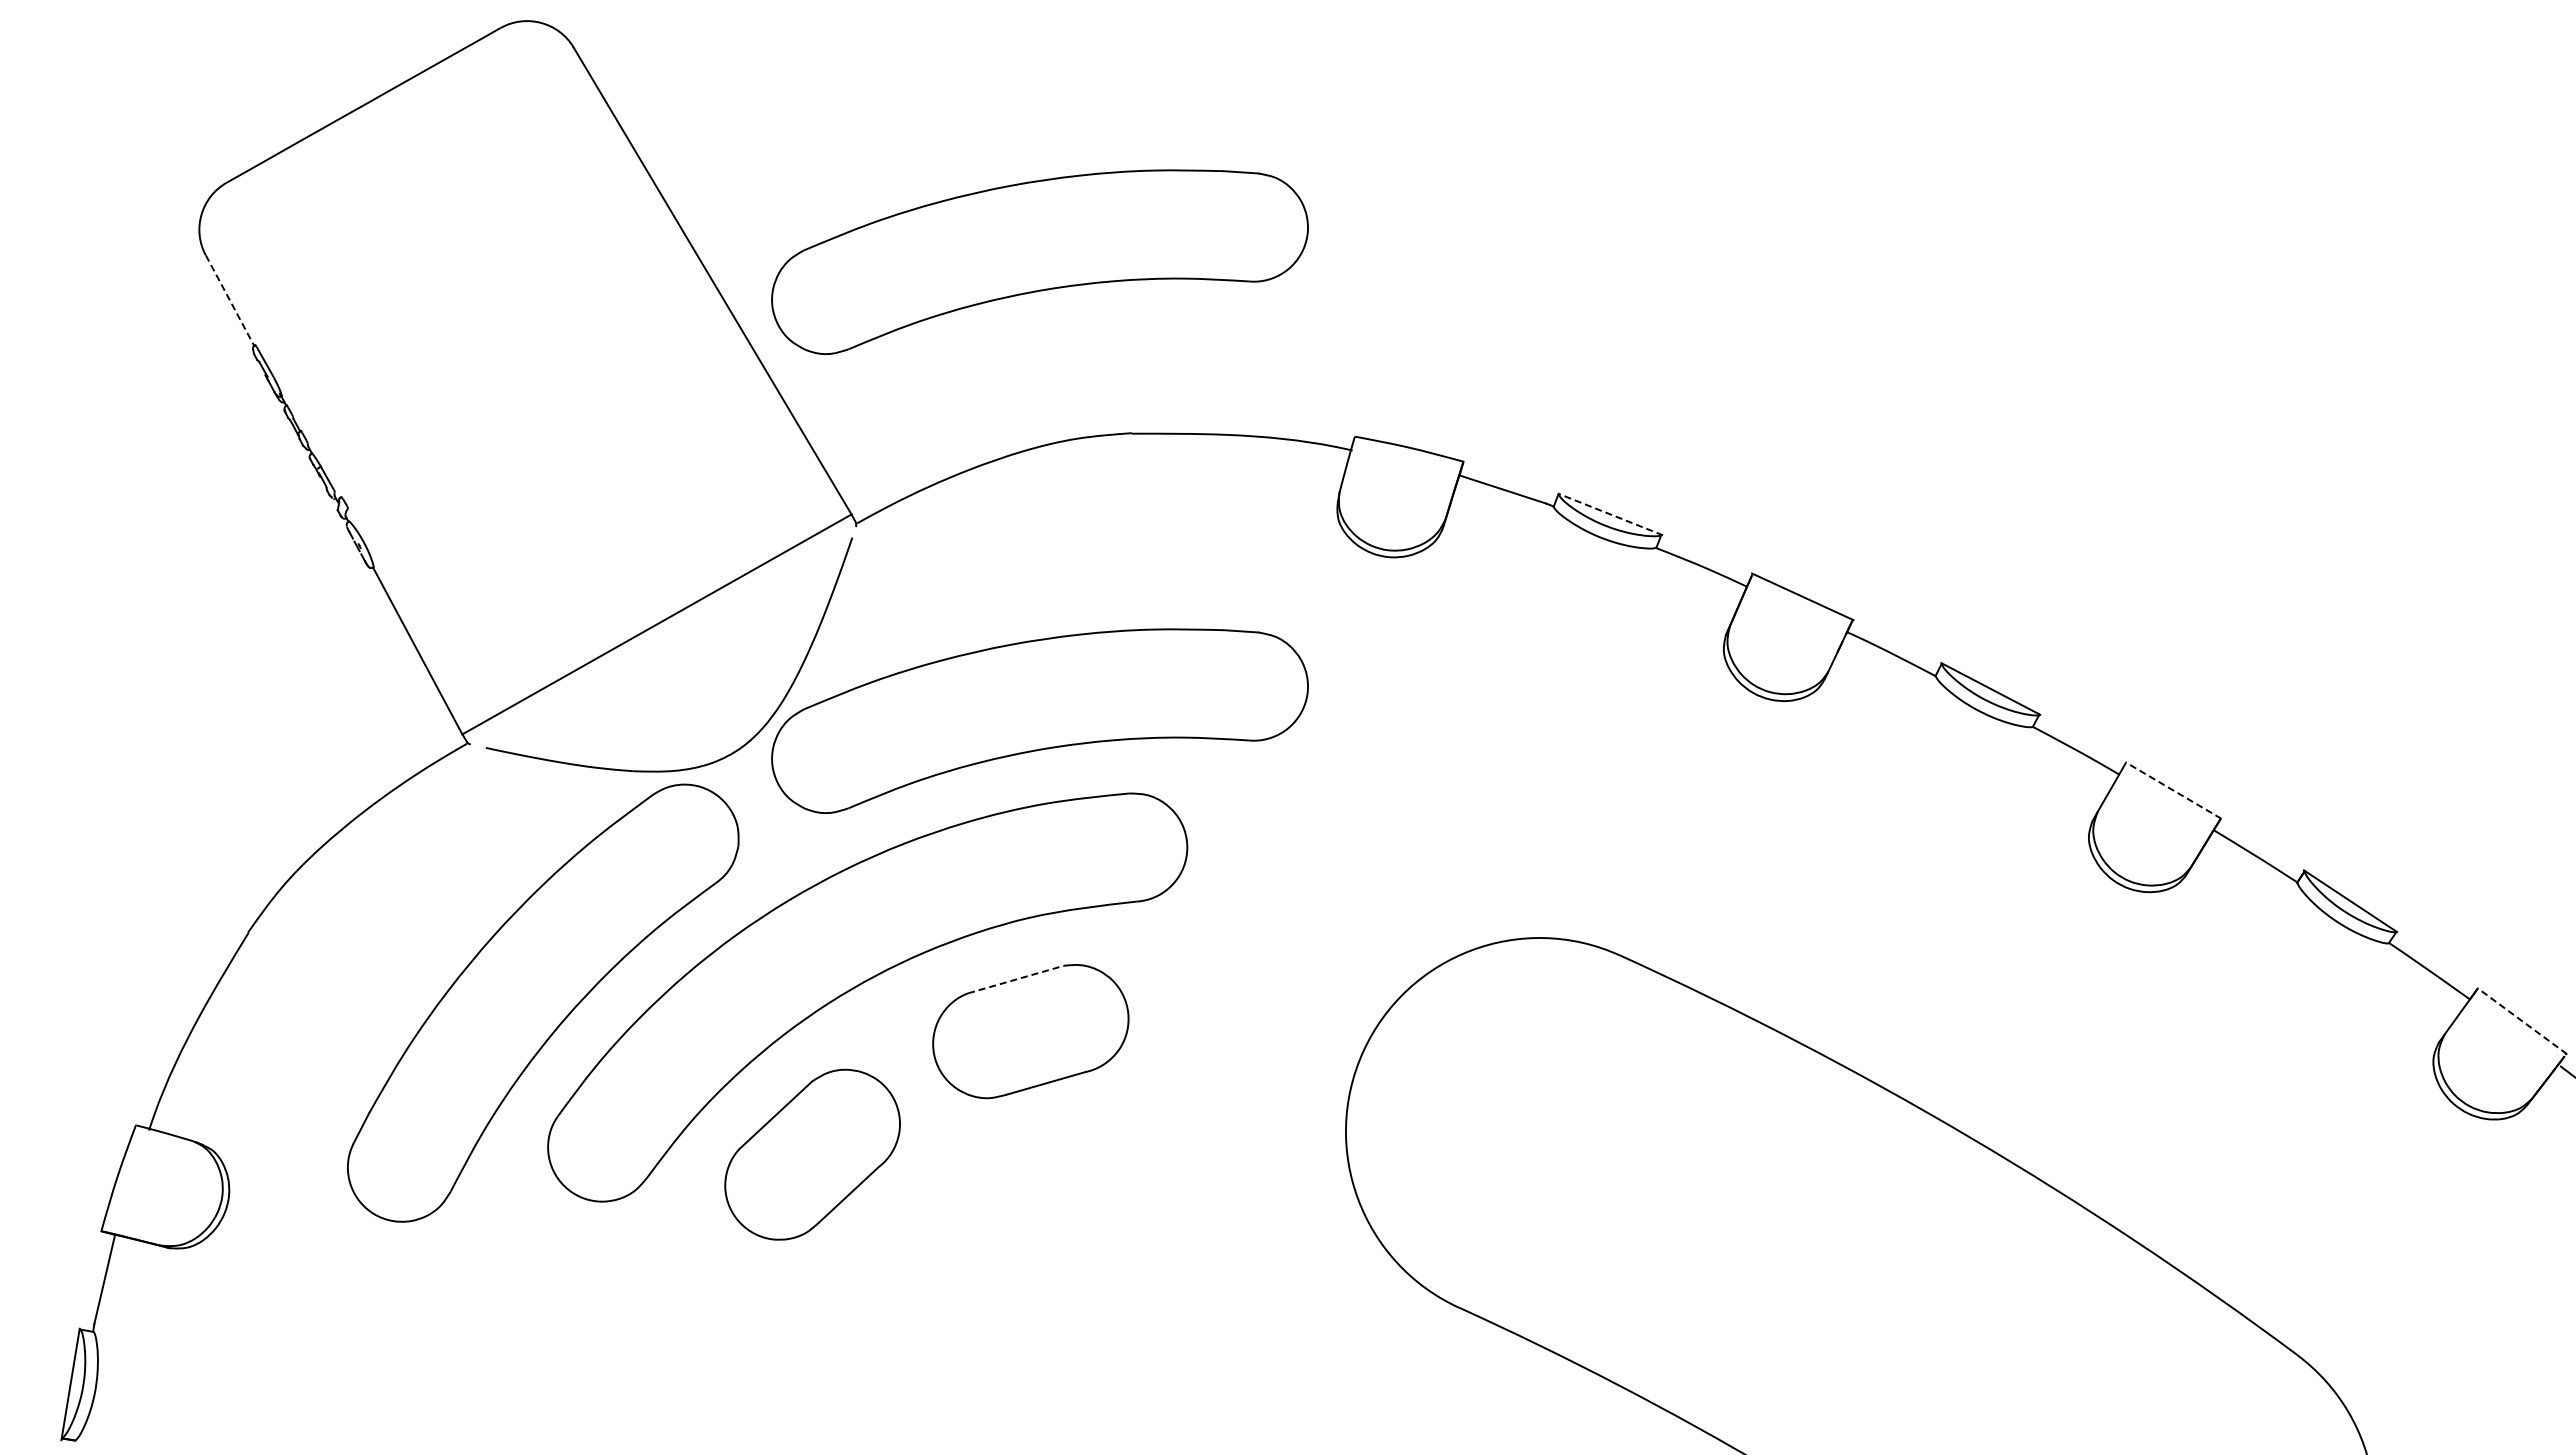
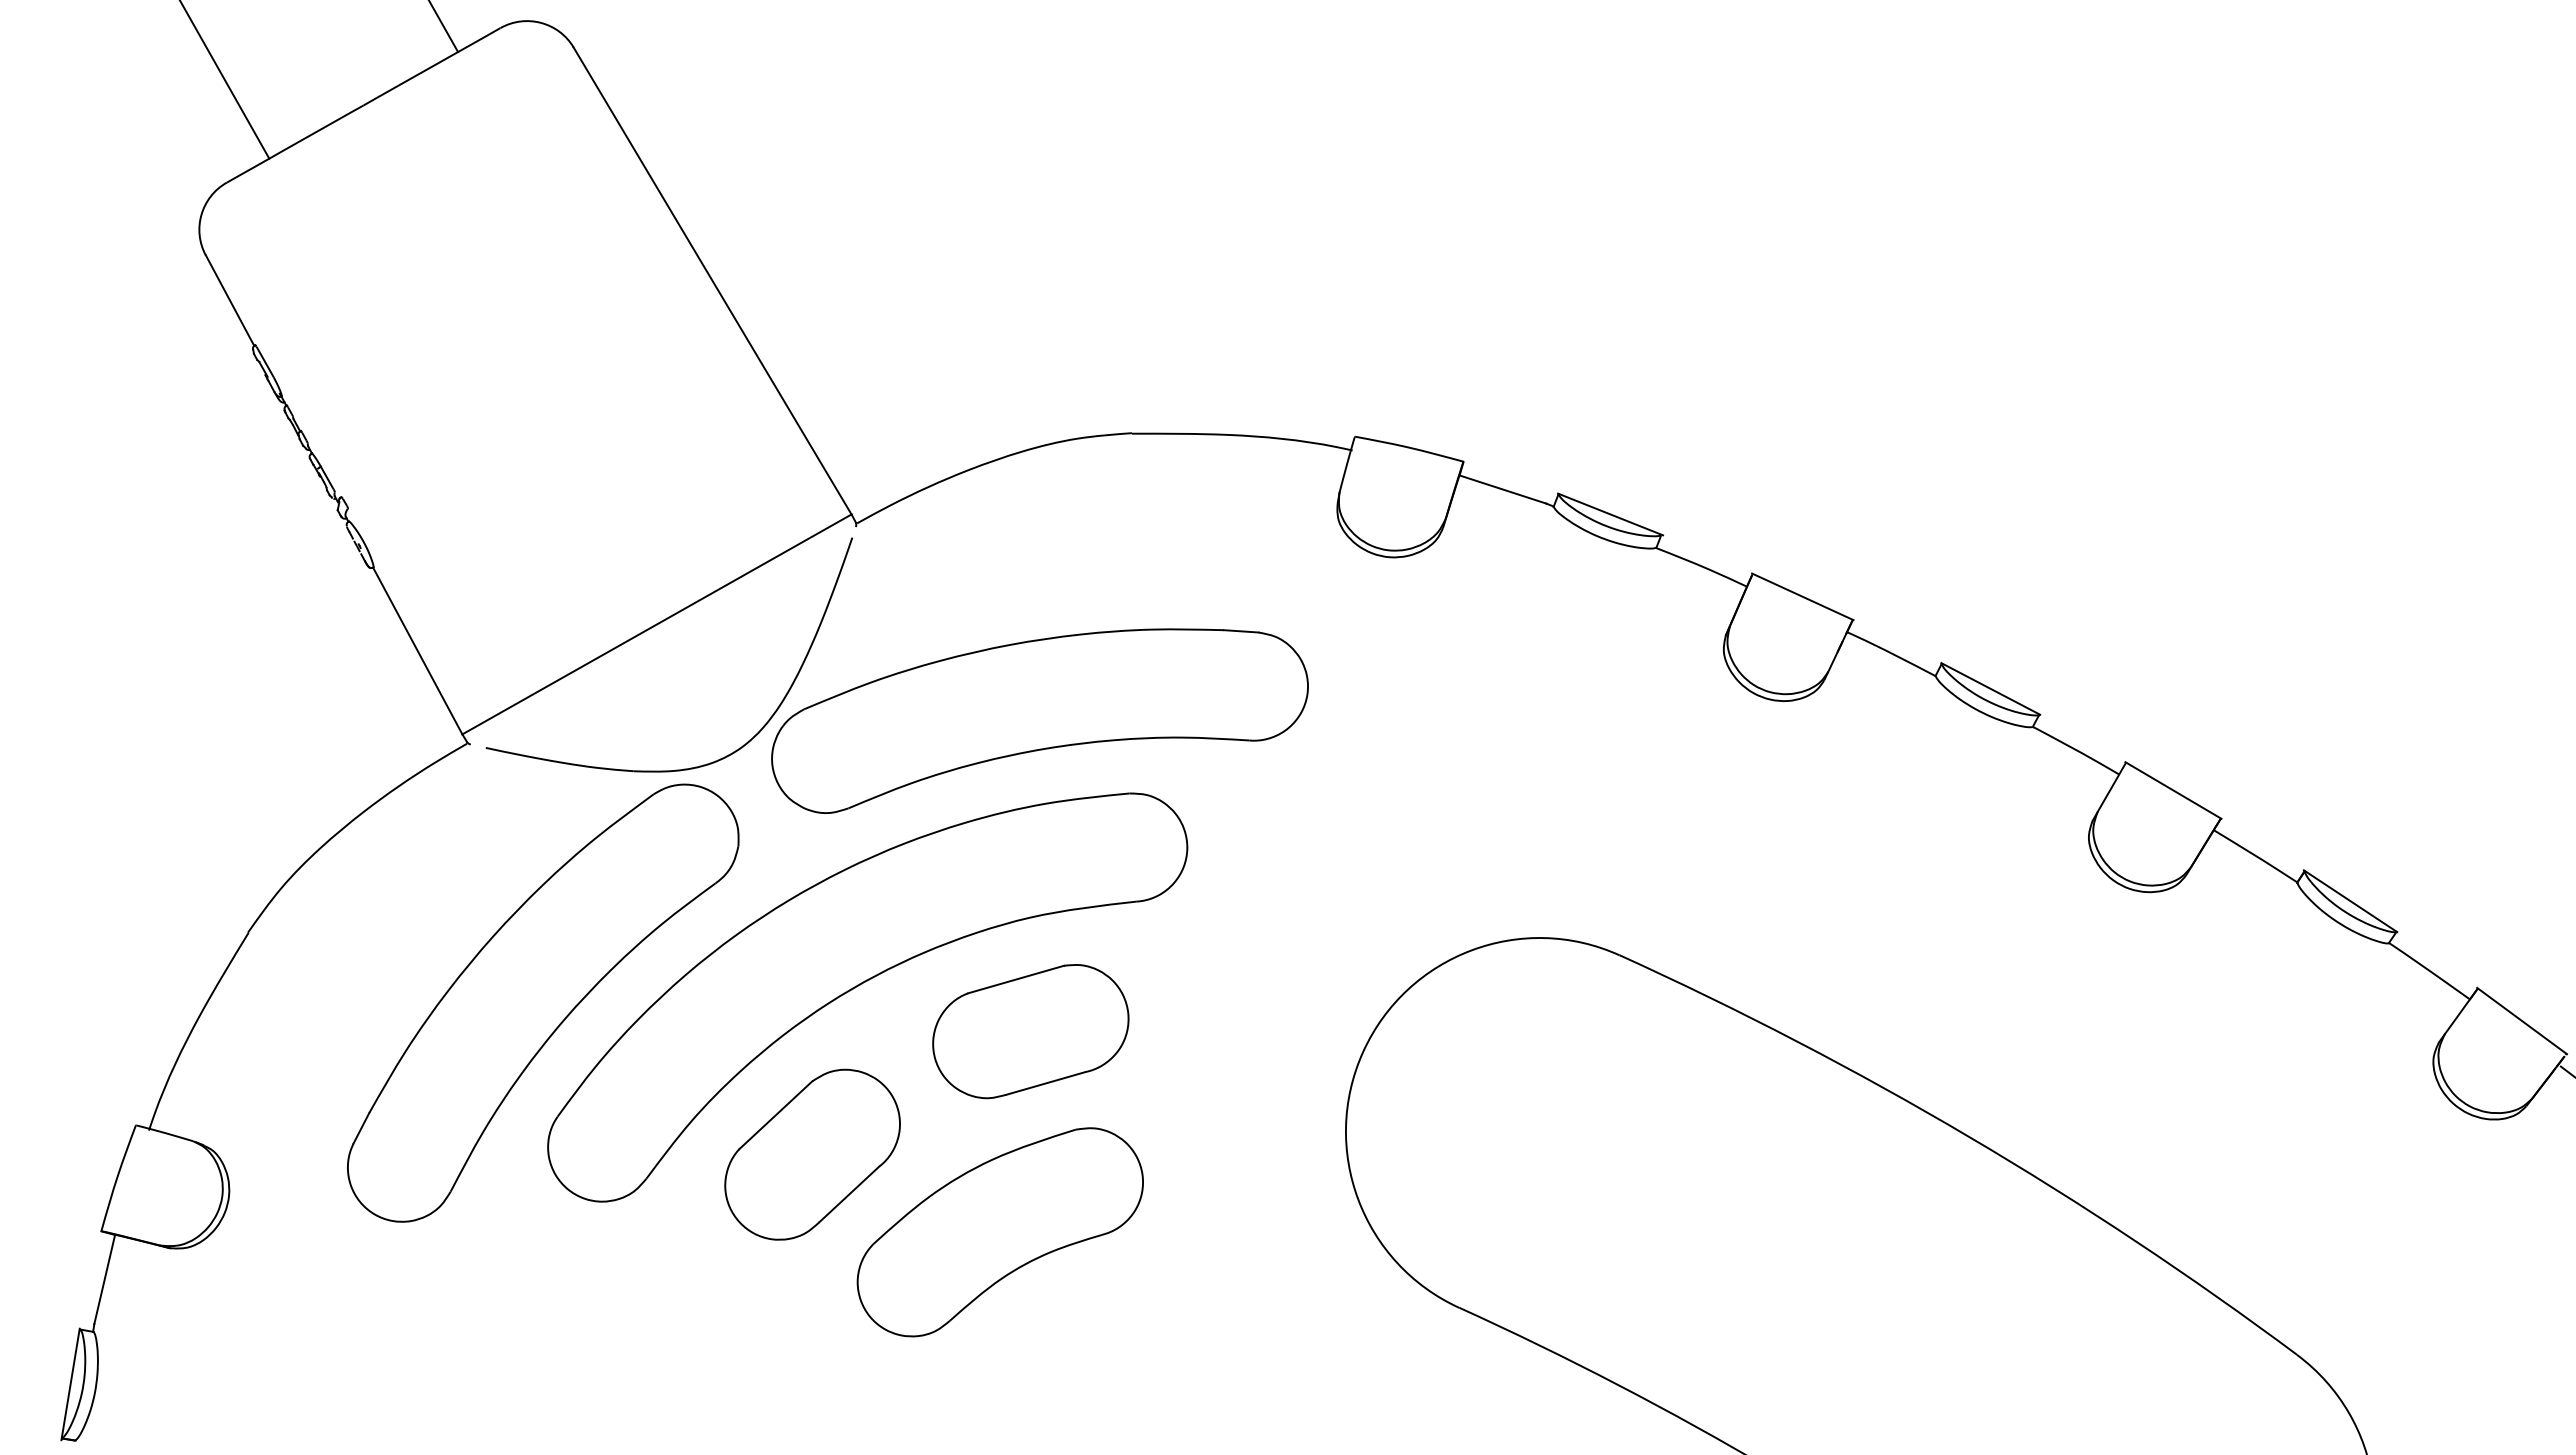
line at (444, 27): none -> present
line at (225, 80): none -> present
part at (1039, 261): present -> none
line at (230, 301): dashed -> solid
line at (1610, 514): dashed -> solid
line at (2173, 790): dashed -> solid
line at (1015, 979): dashed -> solid
line at (2522, 1021): dashed -> solid
part at (999, 1232): none -> present
